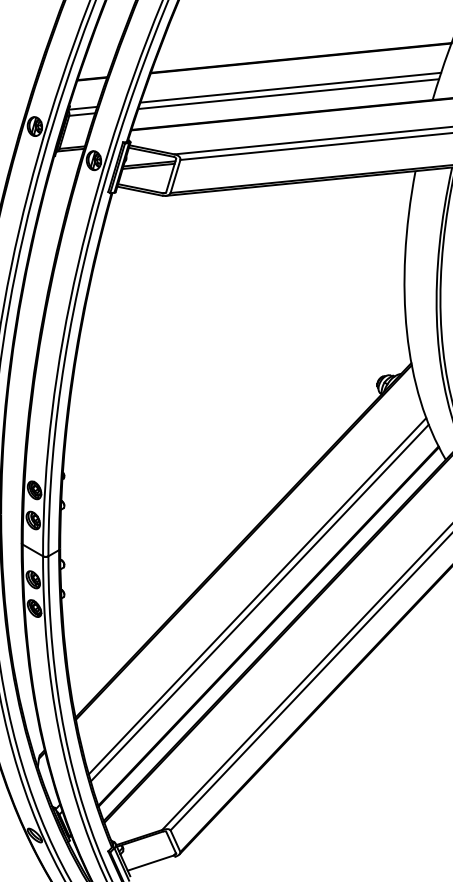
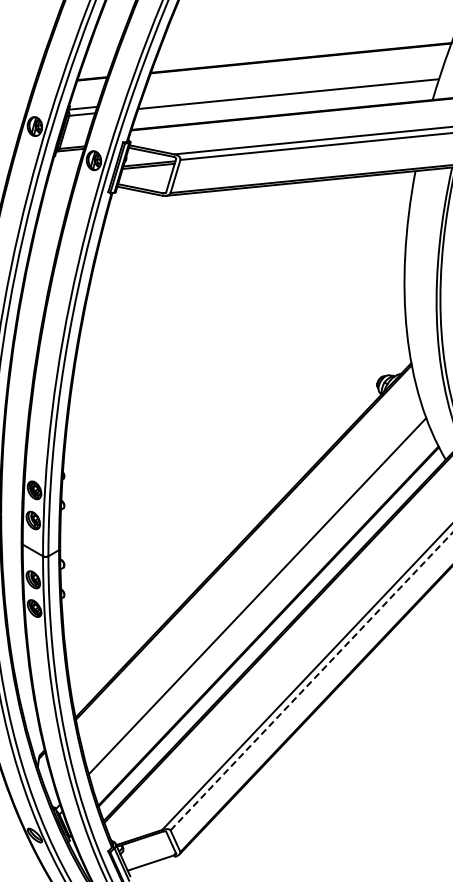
line at (290, 87): present -> none
line at (259, 602): present -> none
line at (311, 681): solid -> dashed
